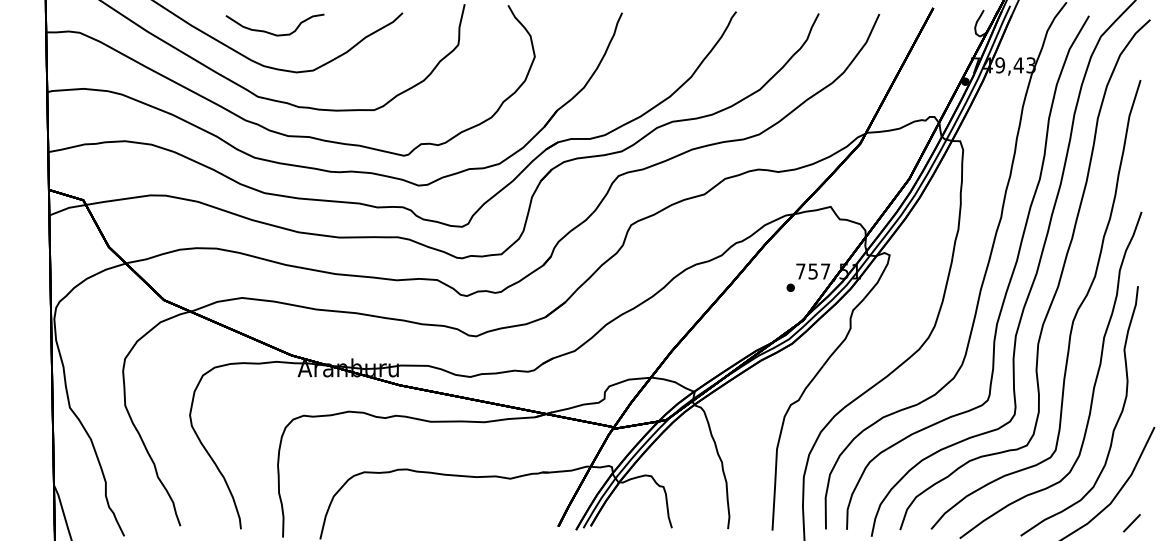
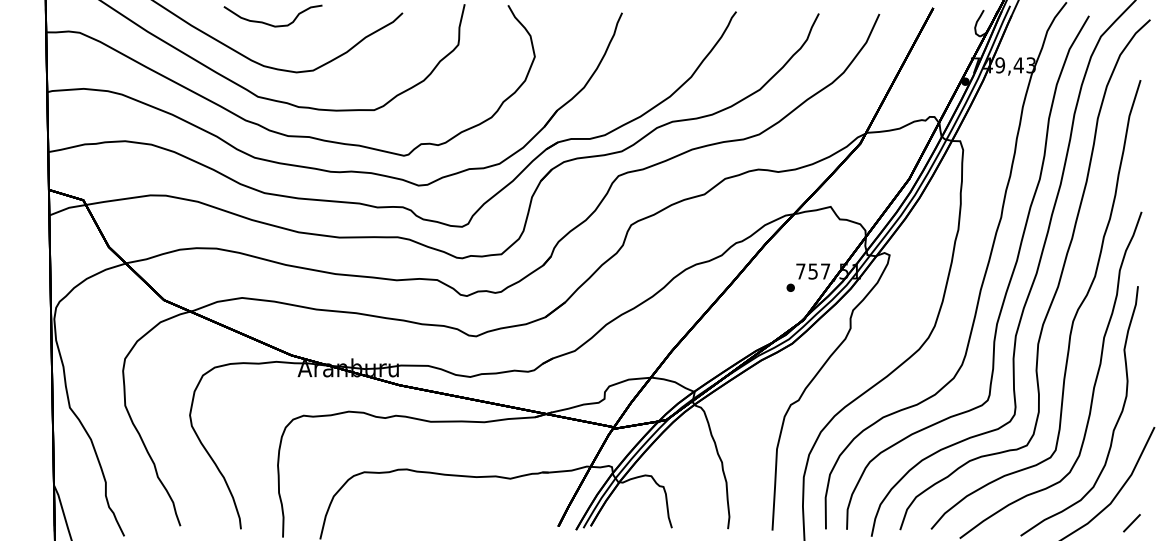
part at (271, 32) position: (271, 32) -> (269, 23)
